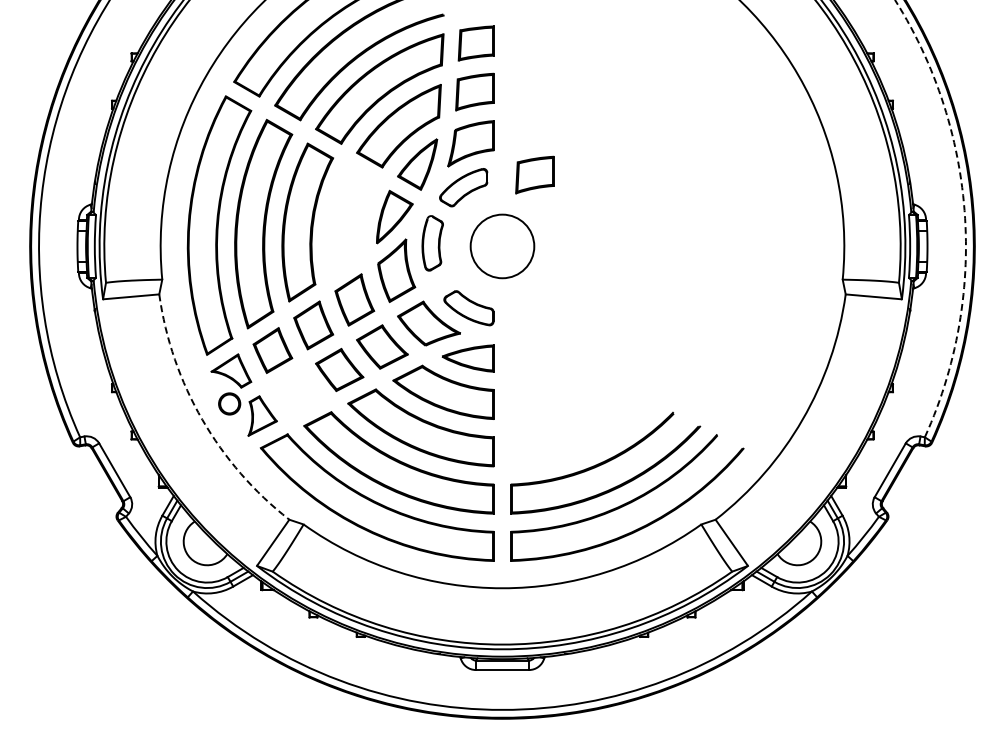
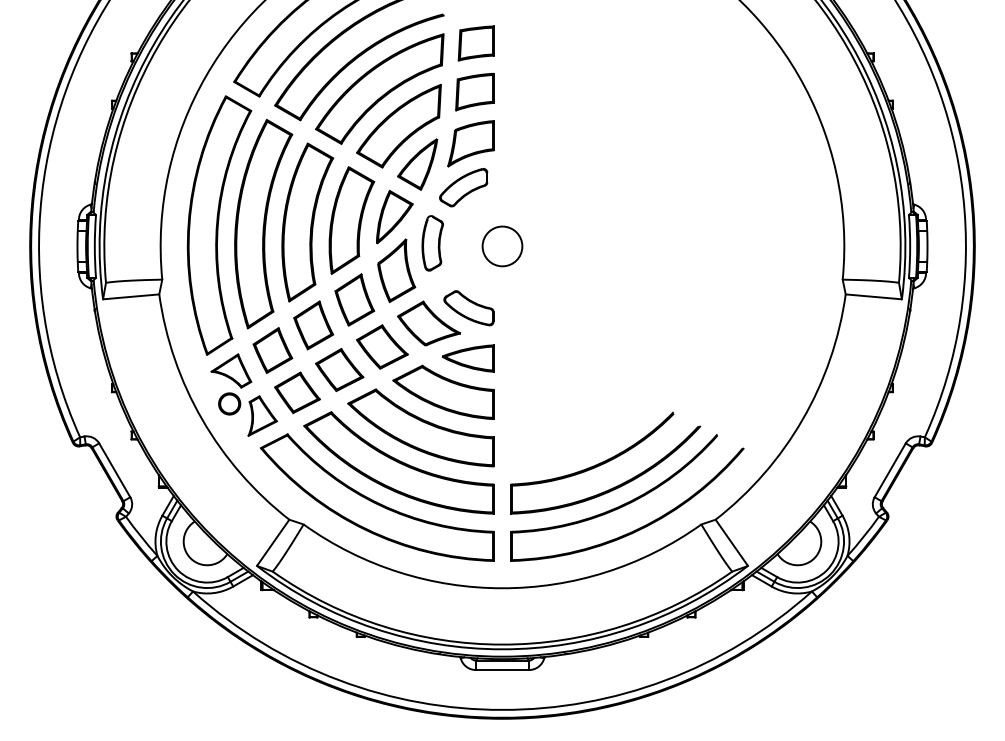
part at (534, 174): present -> none
arc at (964, 213): dashed -> solid
part at (351, 220): none -> present
circle at (502, 246) diameter: 64 px -> 40 px
part at (297, 392): none -> present
arc at (202, 419): dashed -> solid
